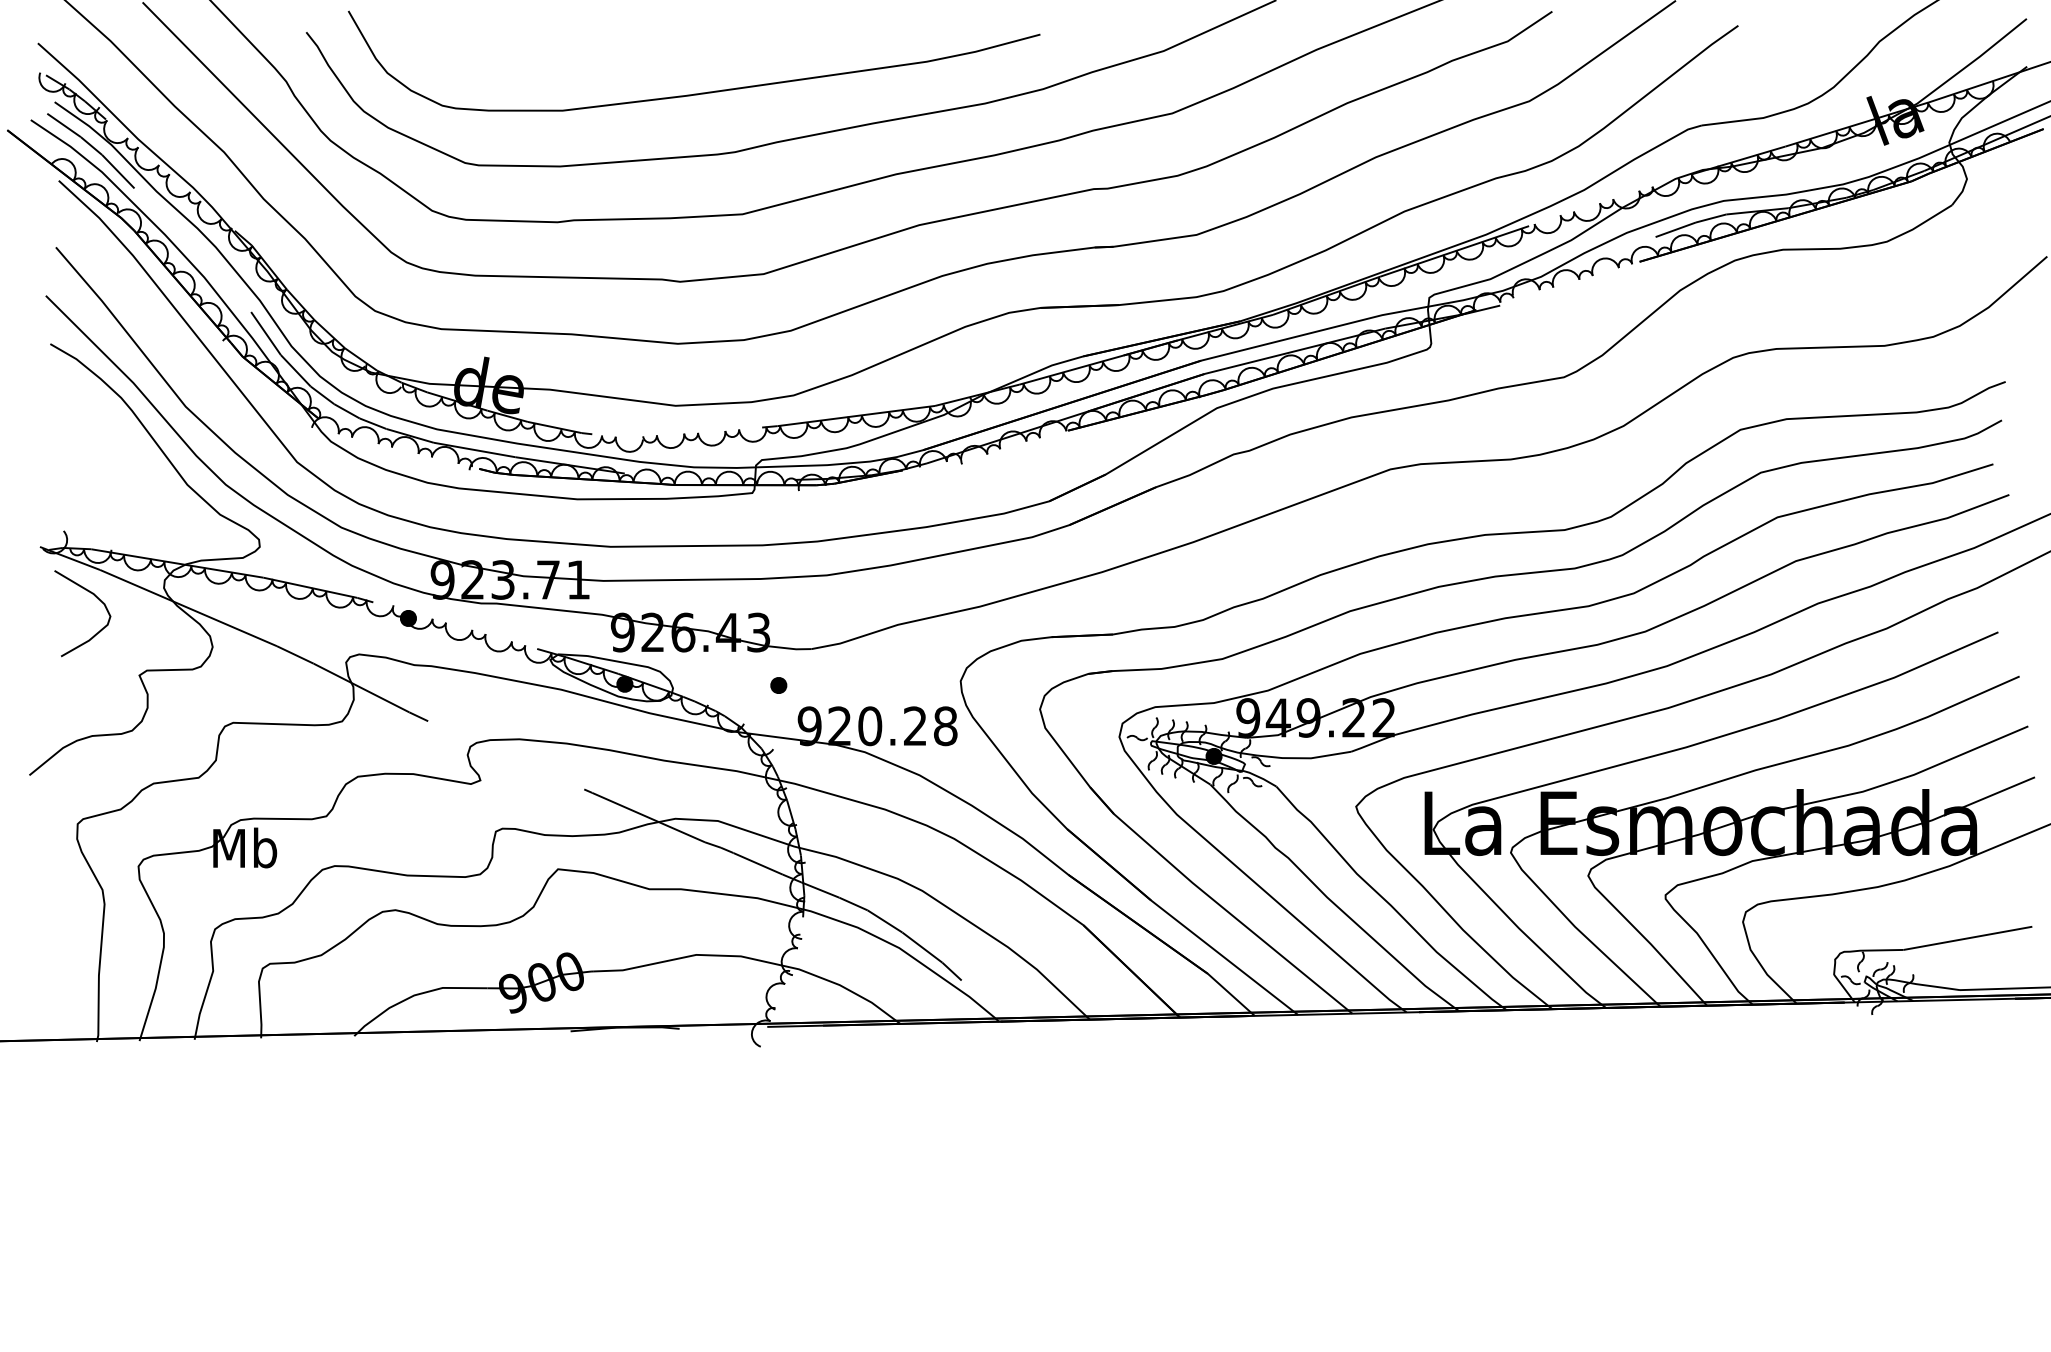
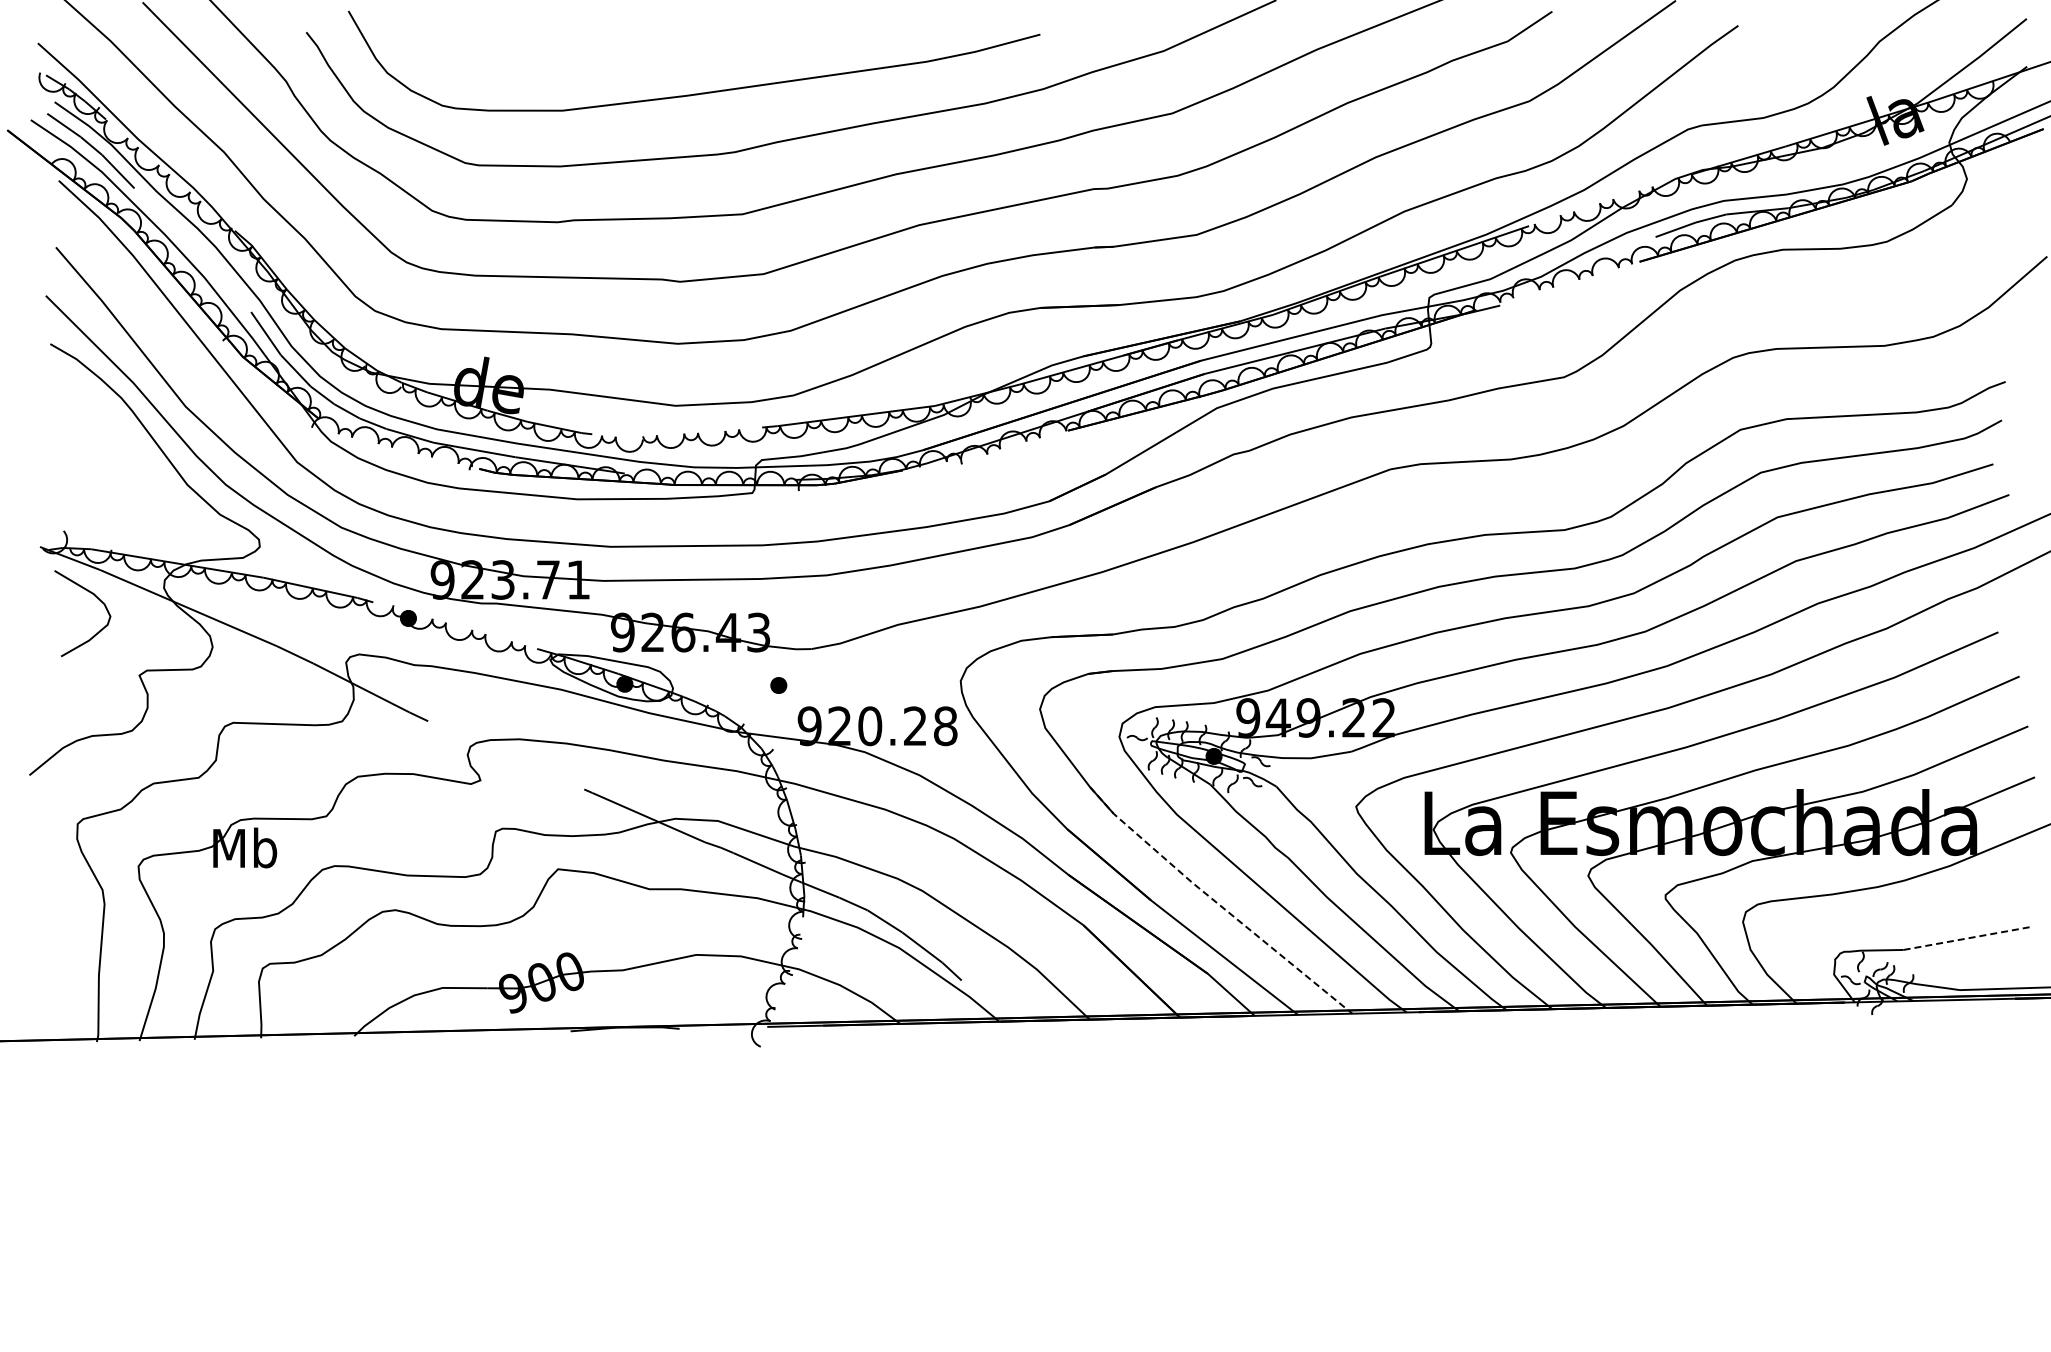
line at (1217, 903): solid -> dashed
line at (1968, 938): solid -> dashed
